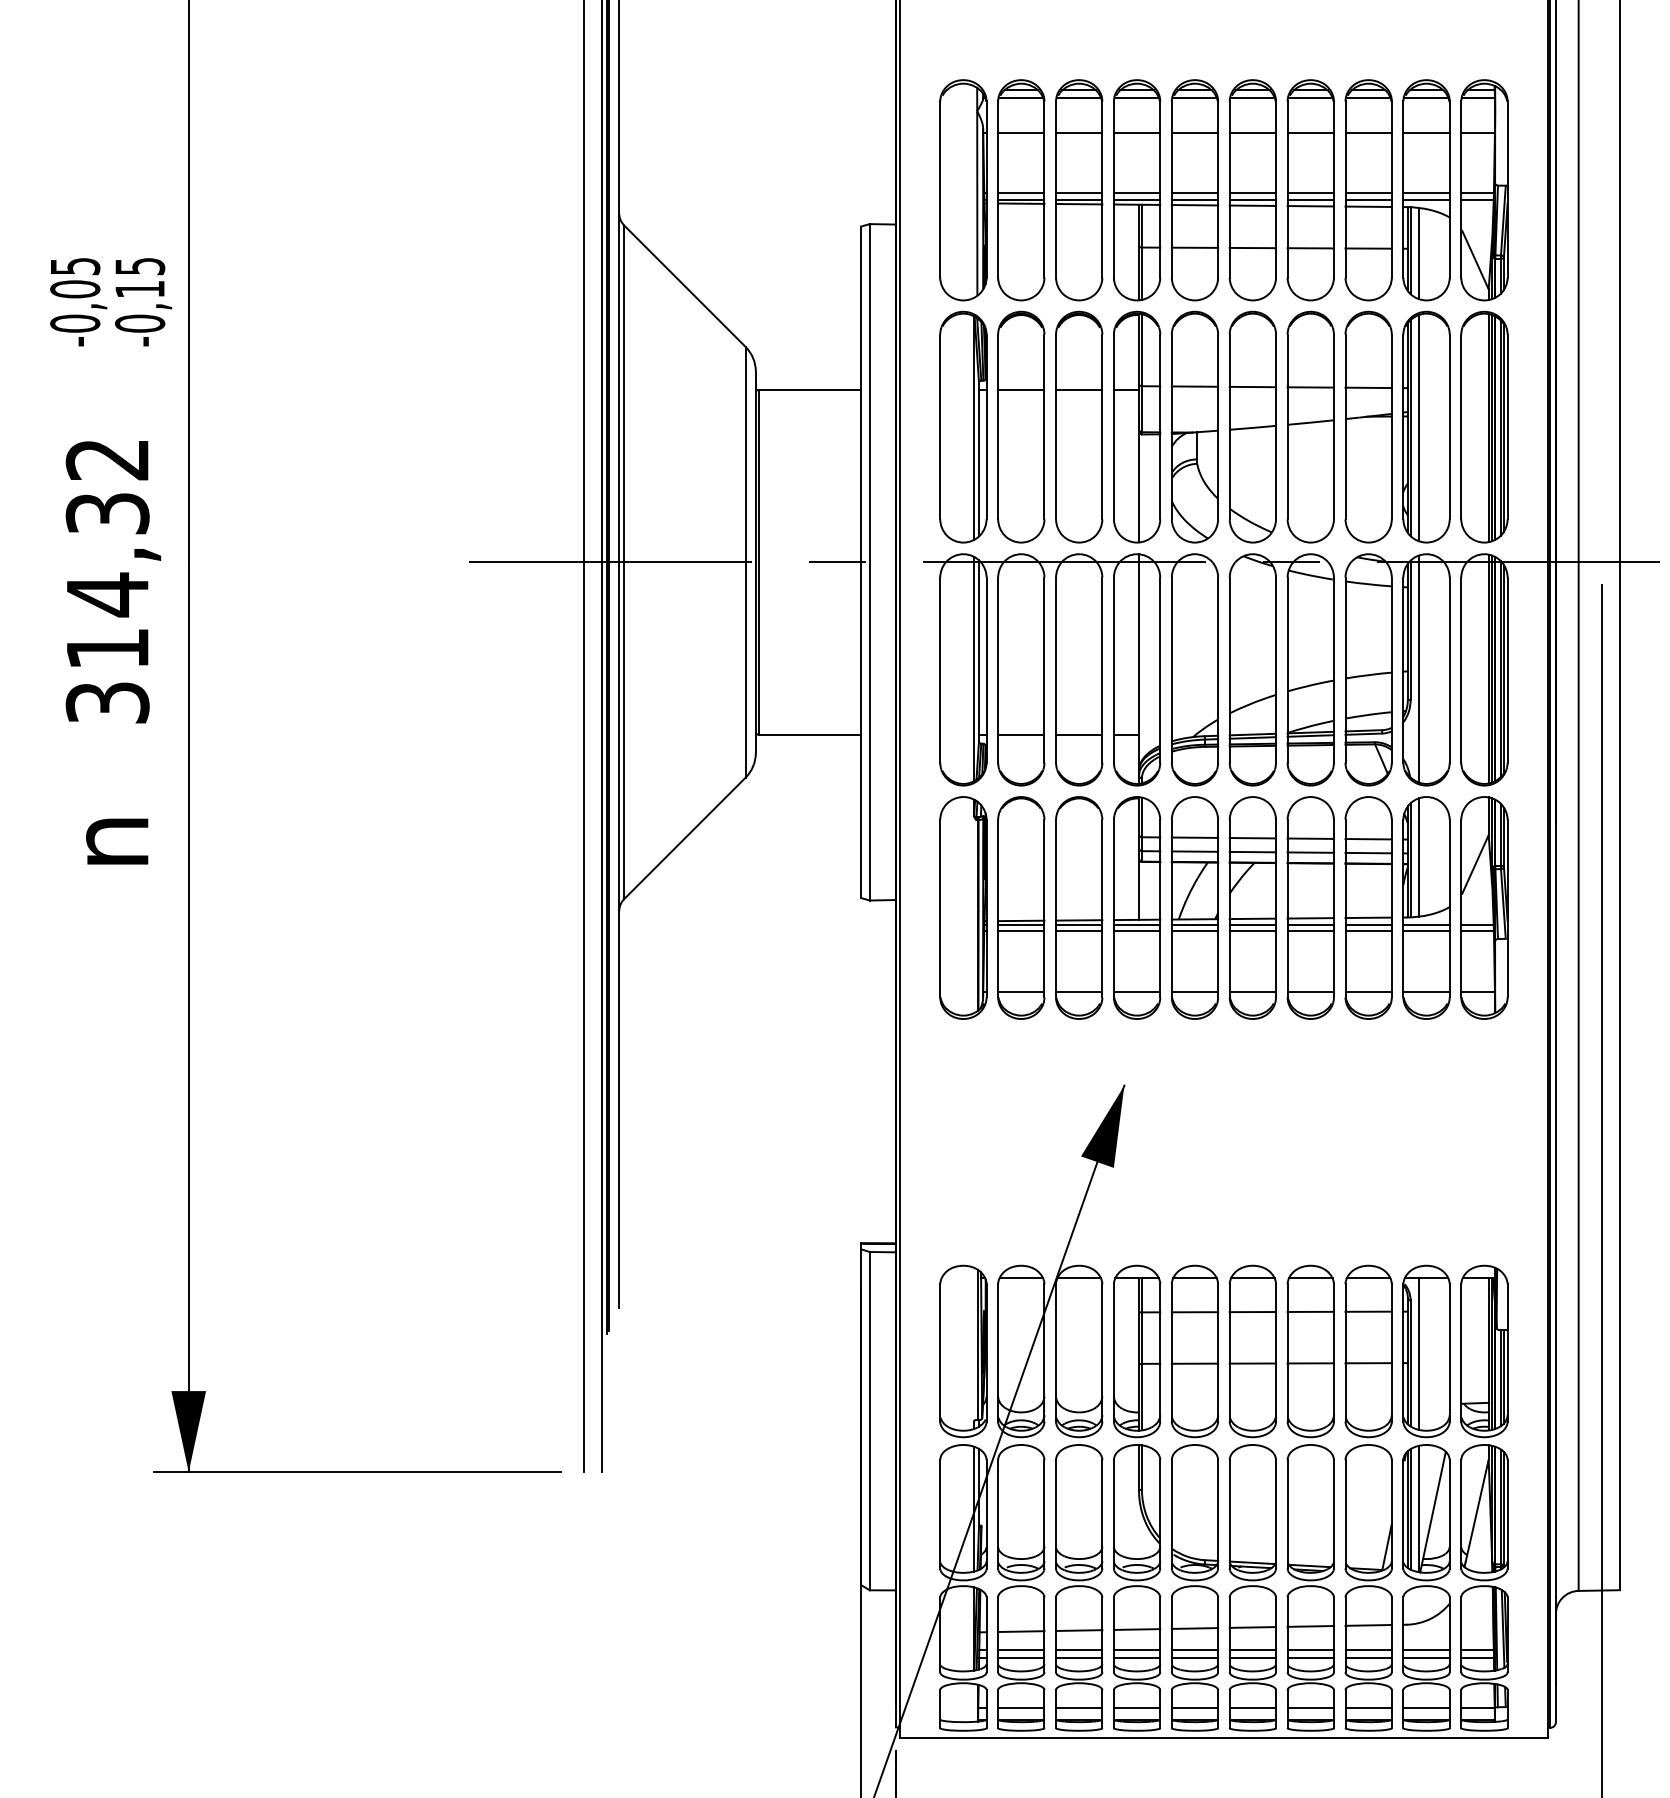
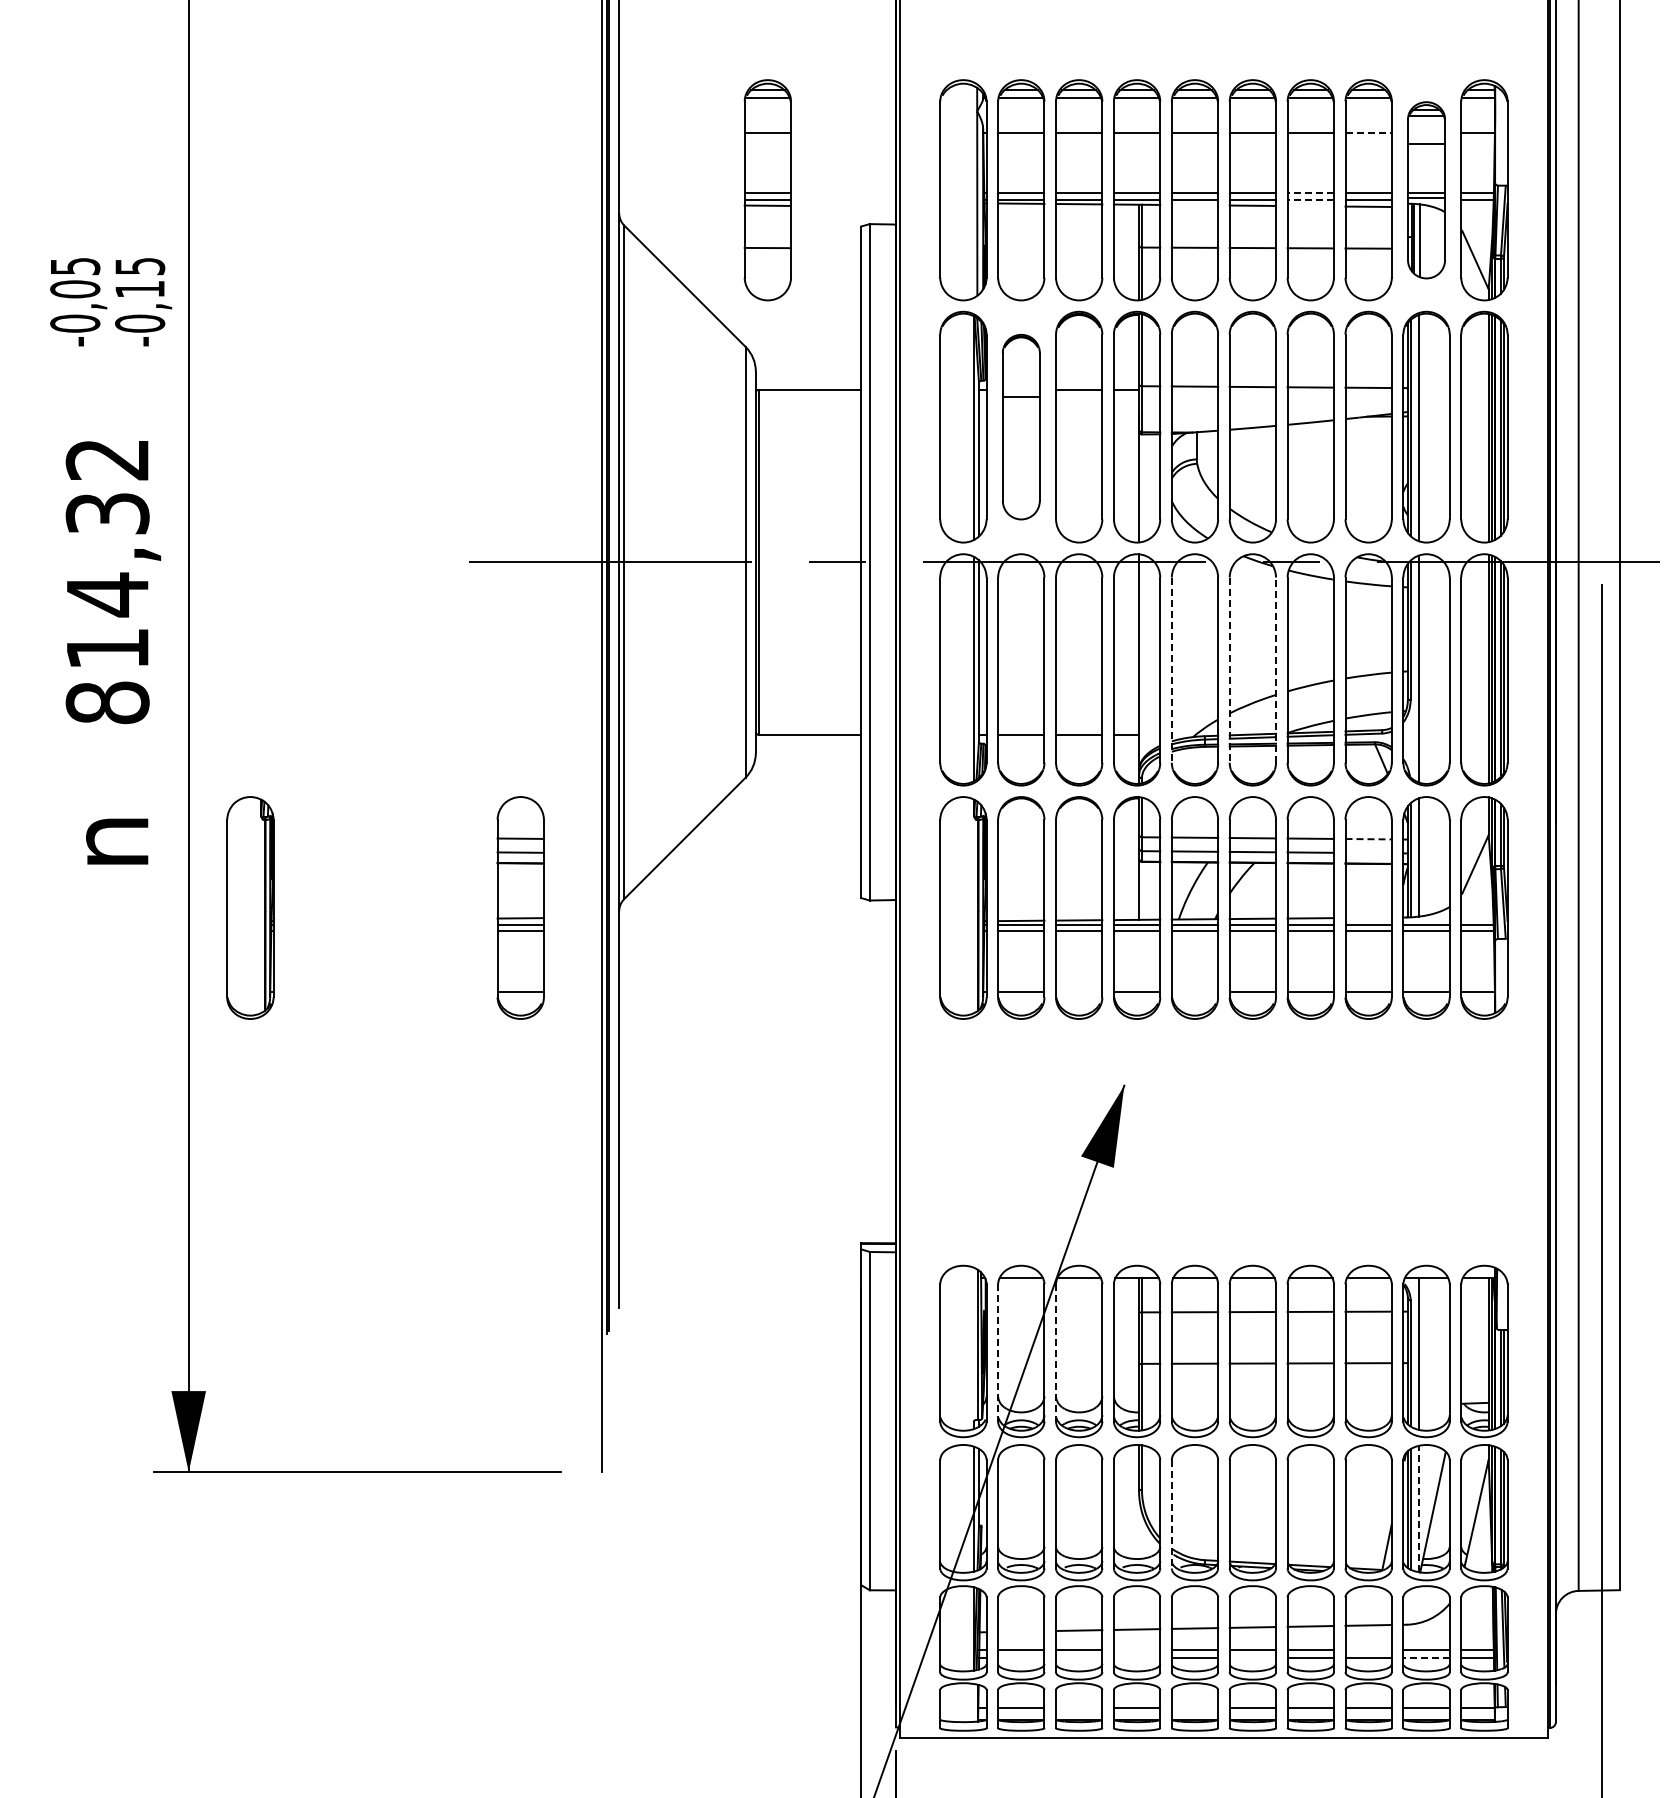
line at (1369, 132): solid -> dashed
part at (767, 190): none -> present
part at (1426, 190) size: 49x223 px -> 39x179 px
line at (1310, 193): solid -> dashed
line at (1310, 199): solid -> dashed
line at (1194, 205): present -> none
line at (1310, 206): present -> none
part at (1021, 426) size: 49x234 px -> 39x188 px
line at (1171, 670): solid -> dashed
line at (1229, 670): solid -> dashed
line at (1276, 670): solid -> dashed
text at (107, 702): 314,32 -> 814,32
line at (584, 737): present -> none
line at (1369, 839): solid -> dashed
line at (1368, 852): present -> none
part at (250, 907): none -> present
part at (520, 907): none -> present
line at (1368, 917): present -> none
line at (1079, 991): present -> none
line at (1194, 991): present -> none
line at (998, 1352): solid -> dashed
line at (1056, 1352): solid -> dashed
line at (1418, 1508): solid -> dashed
line at (1171, 1514): solid -> dashed
line at (1021, 1631): present -> none
line at (1136, 1649): present -> none
line at (1368, 1649): present -> none
line at (1021, 1658): present -> none
line at (1079, 1658): present -> none
line at (1136, 1658): present -> none
line at (1252, 1658): present -> none
line at (1426, 1658): solid -> dashed
line at (1079, 1707): present -> none
line at (1194, 1707): present -> none
